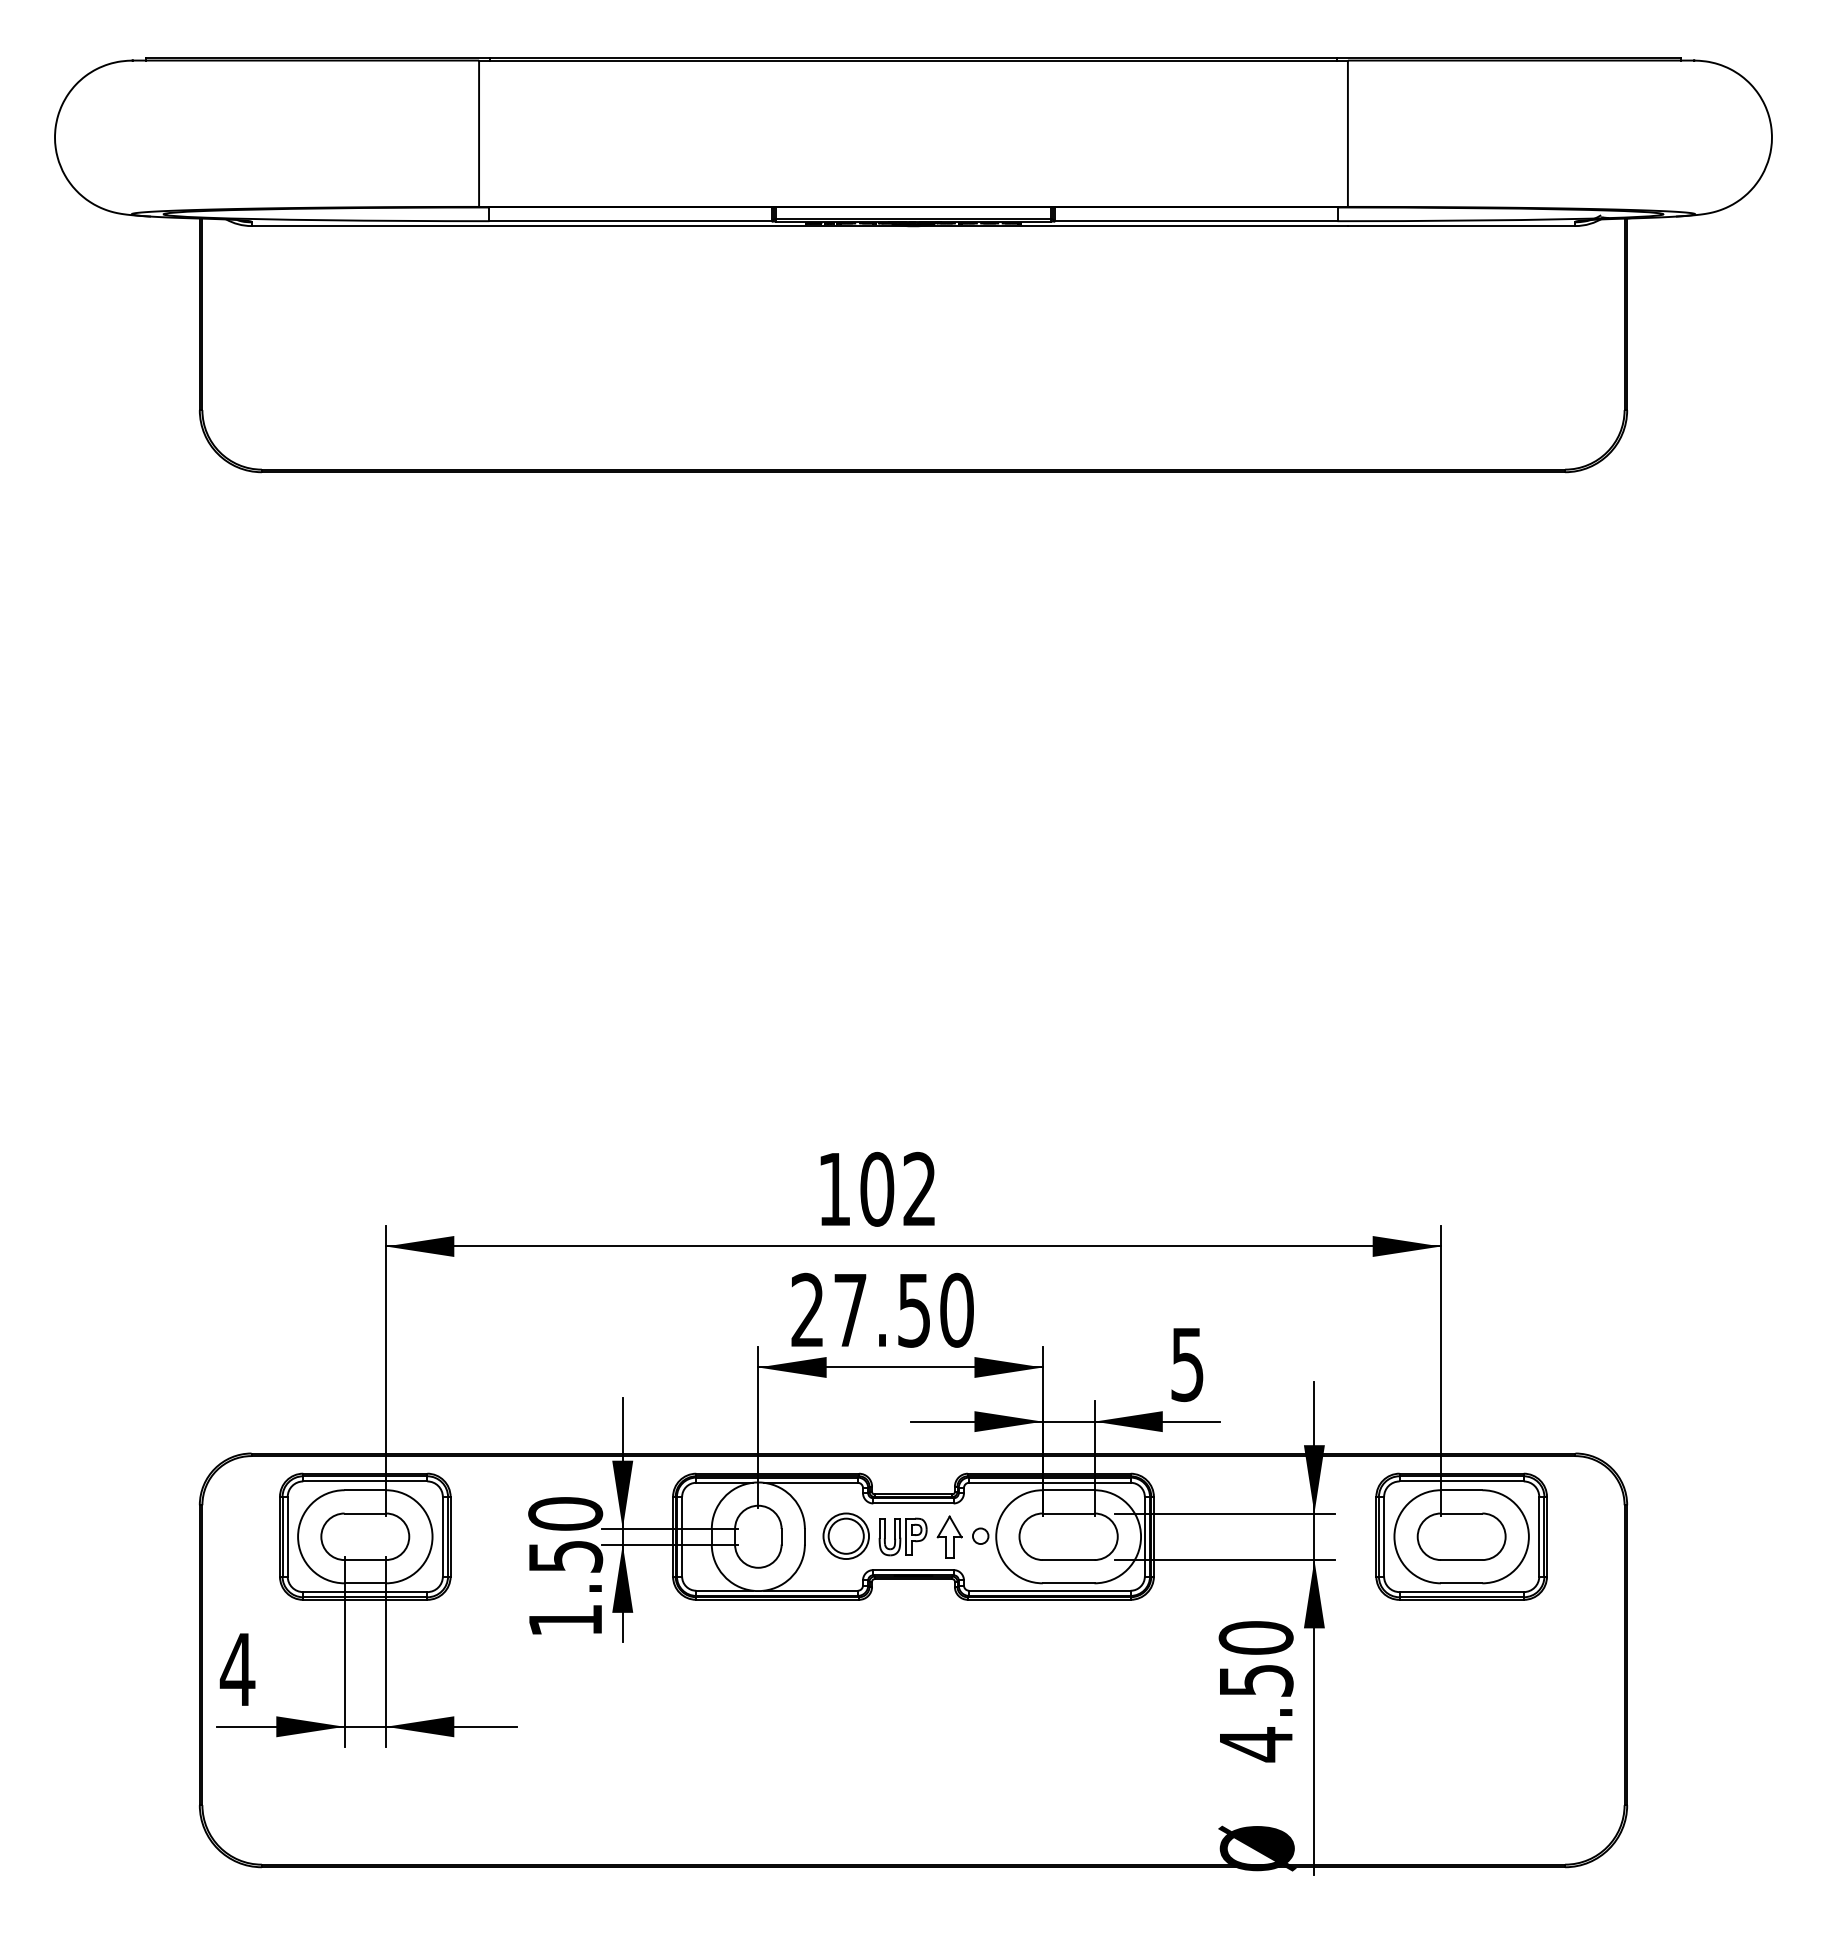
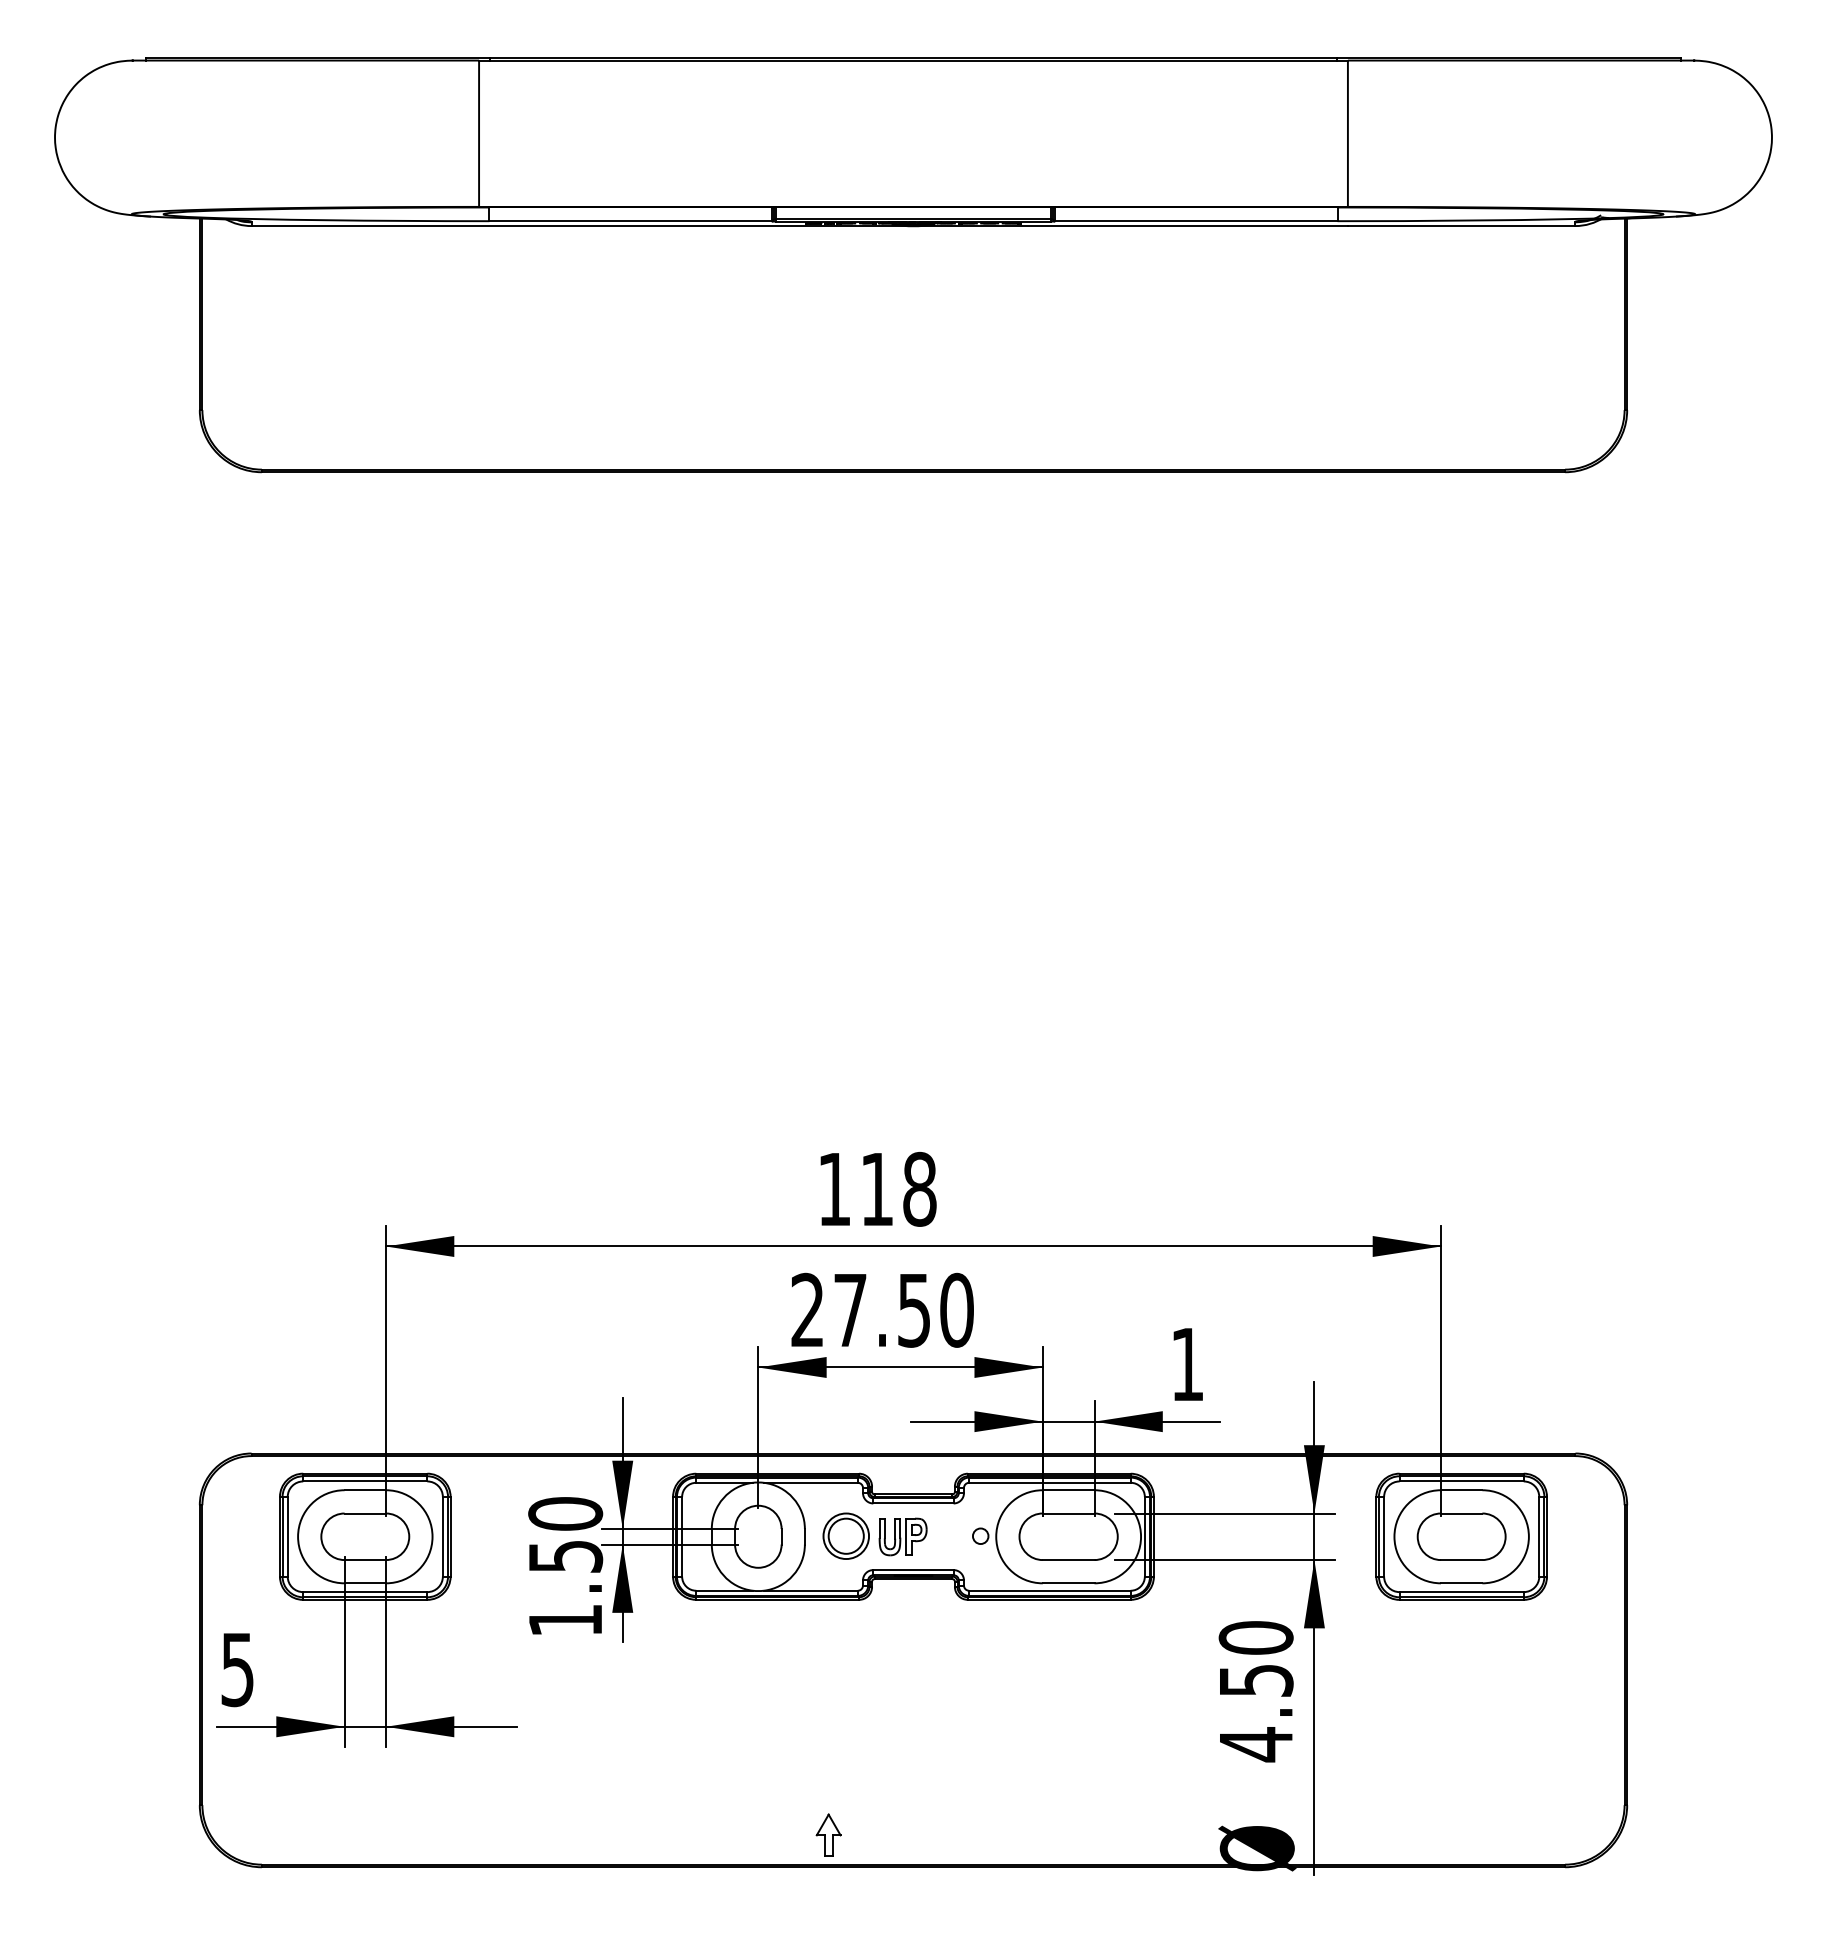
text at (898, 1188): 102 -> 118
text at (1187, 1365): 5 -> 1
part at (949, 1536) position: (949, 1536) -> (828, 1834)
text at (237, 1670): 4 -> 5
